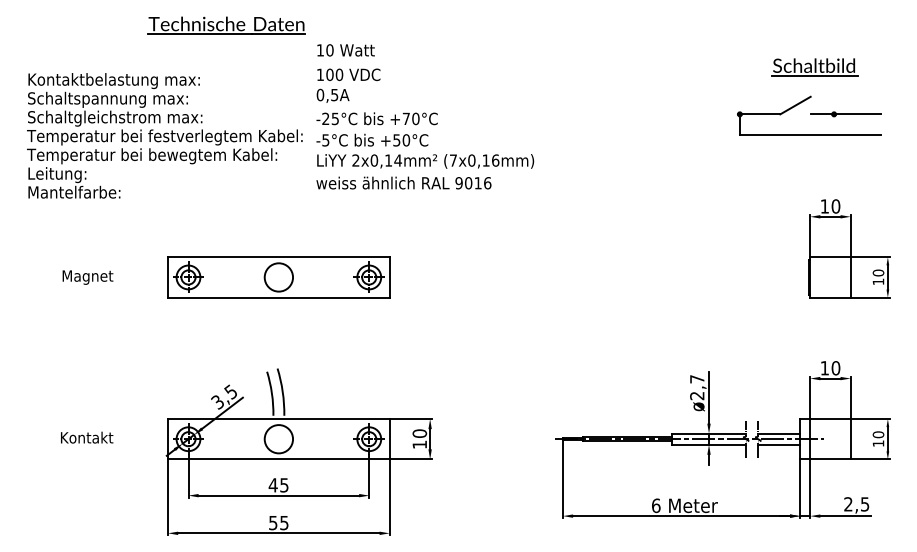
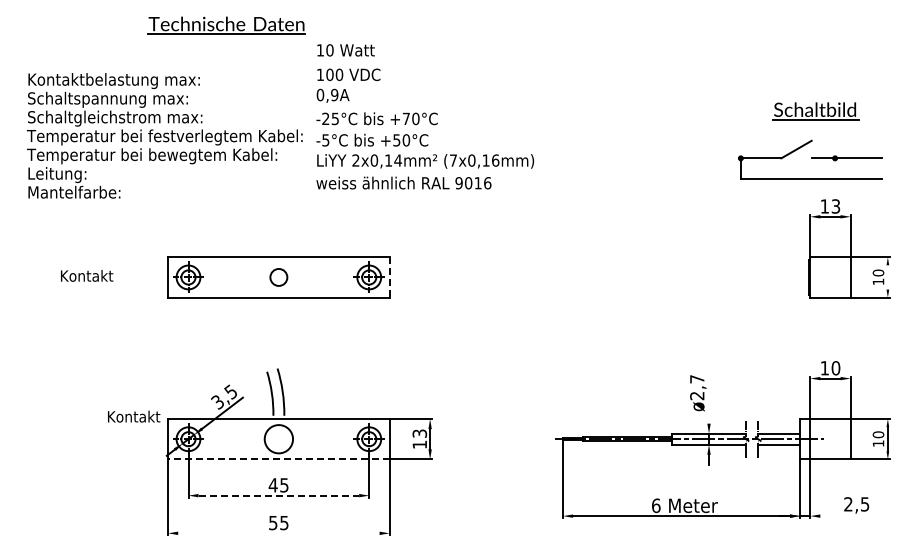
text at (334, 94): 0,5A -> 0,9A
part at (809, 96) position: (809, 96) -> (810, 140)
text at (835, 206): 10 -> 13
text at (84, 277): Magnet -> Kontakt
circle at (278, 277) diameter: 28 px -> 17 px
line at (389, 277): solid -> dashed
line at (887, 277): present -> none
line at (709, 397): present -> none
text at (419, 433): 10 -> 13
text at (87, 437) position: (87, 437) -> (134, 416)
line at (278, 459): solid -> dashed
line at (279, 495): solid -> dashed
line at (845, 516): present -> none
line at (278, 533): present -> none
